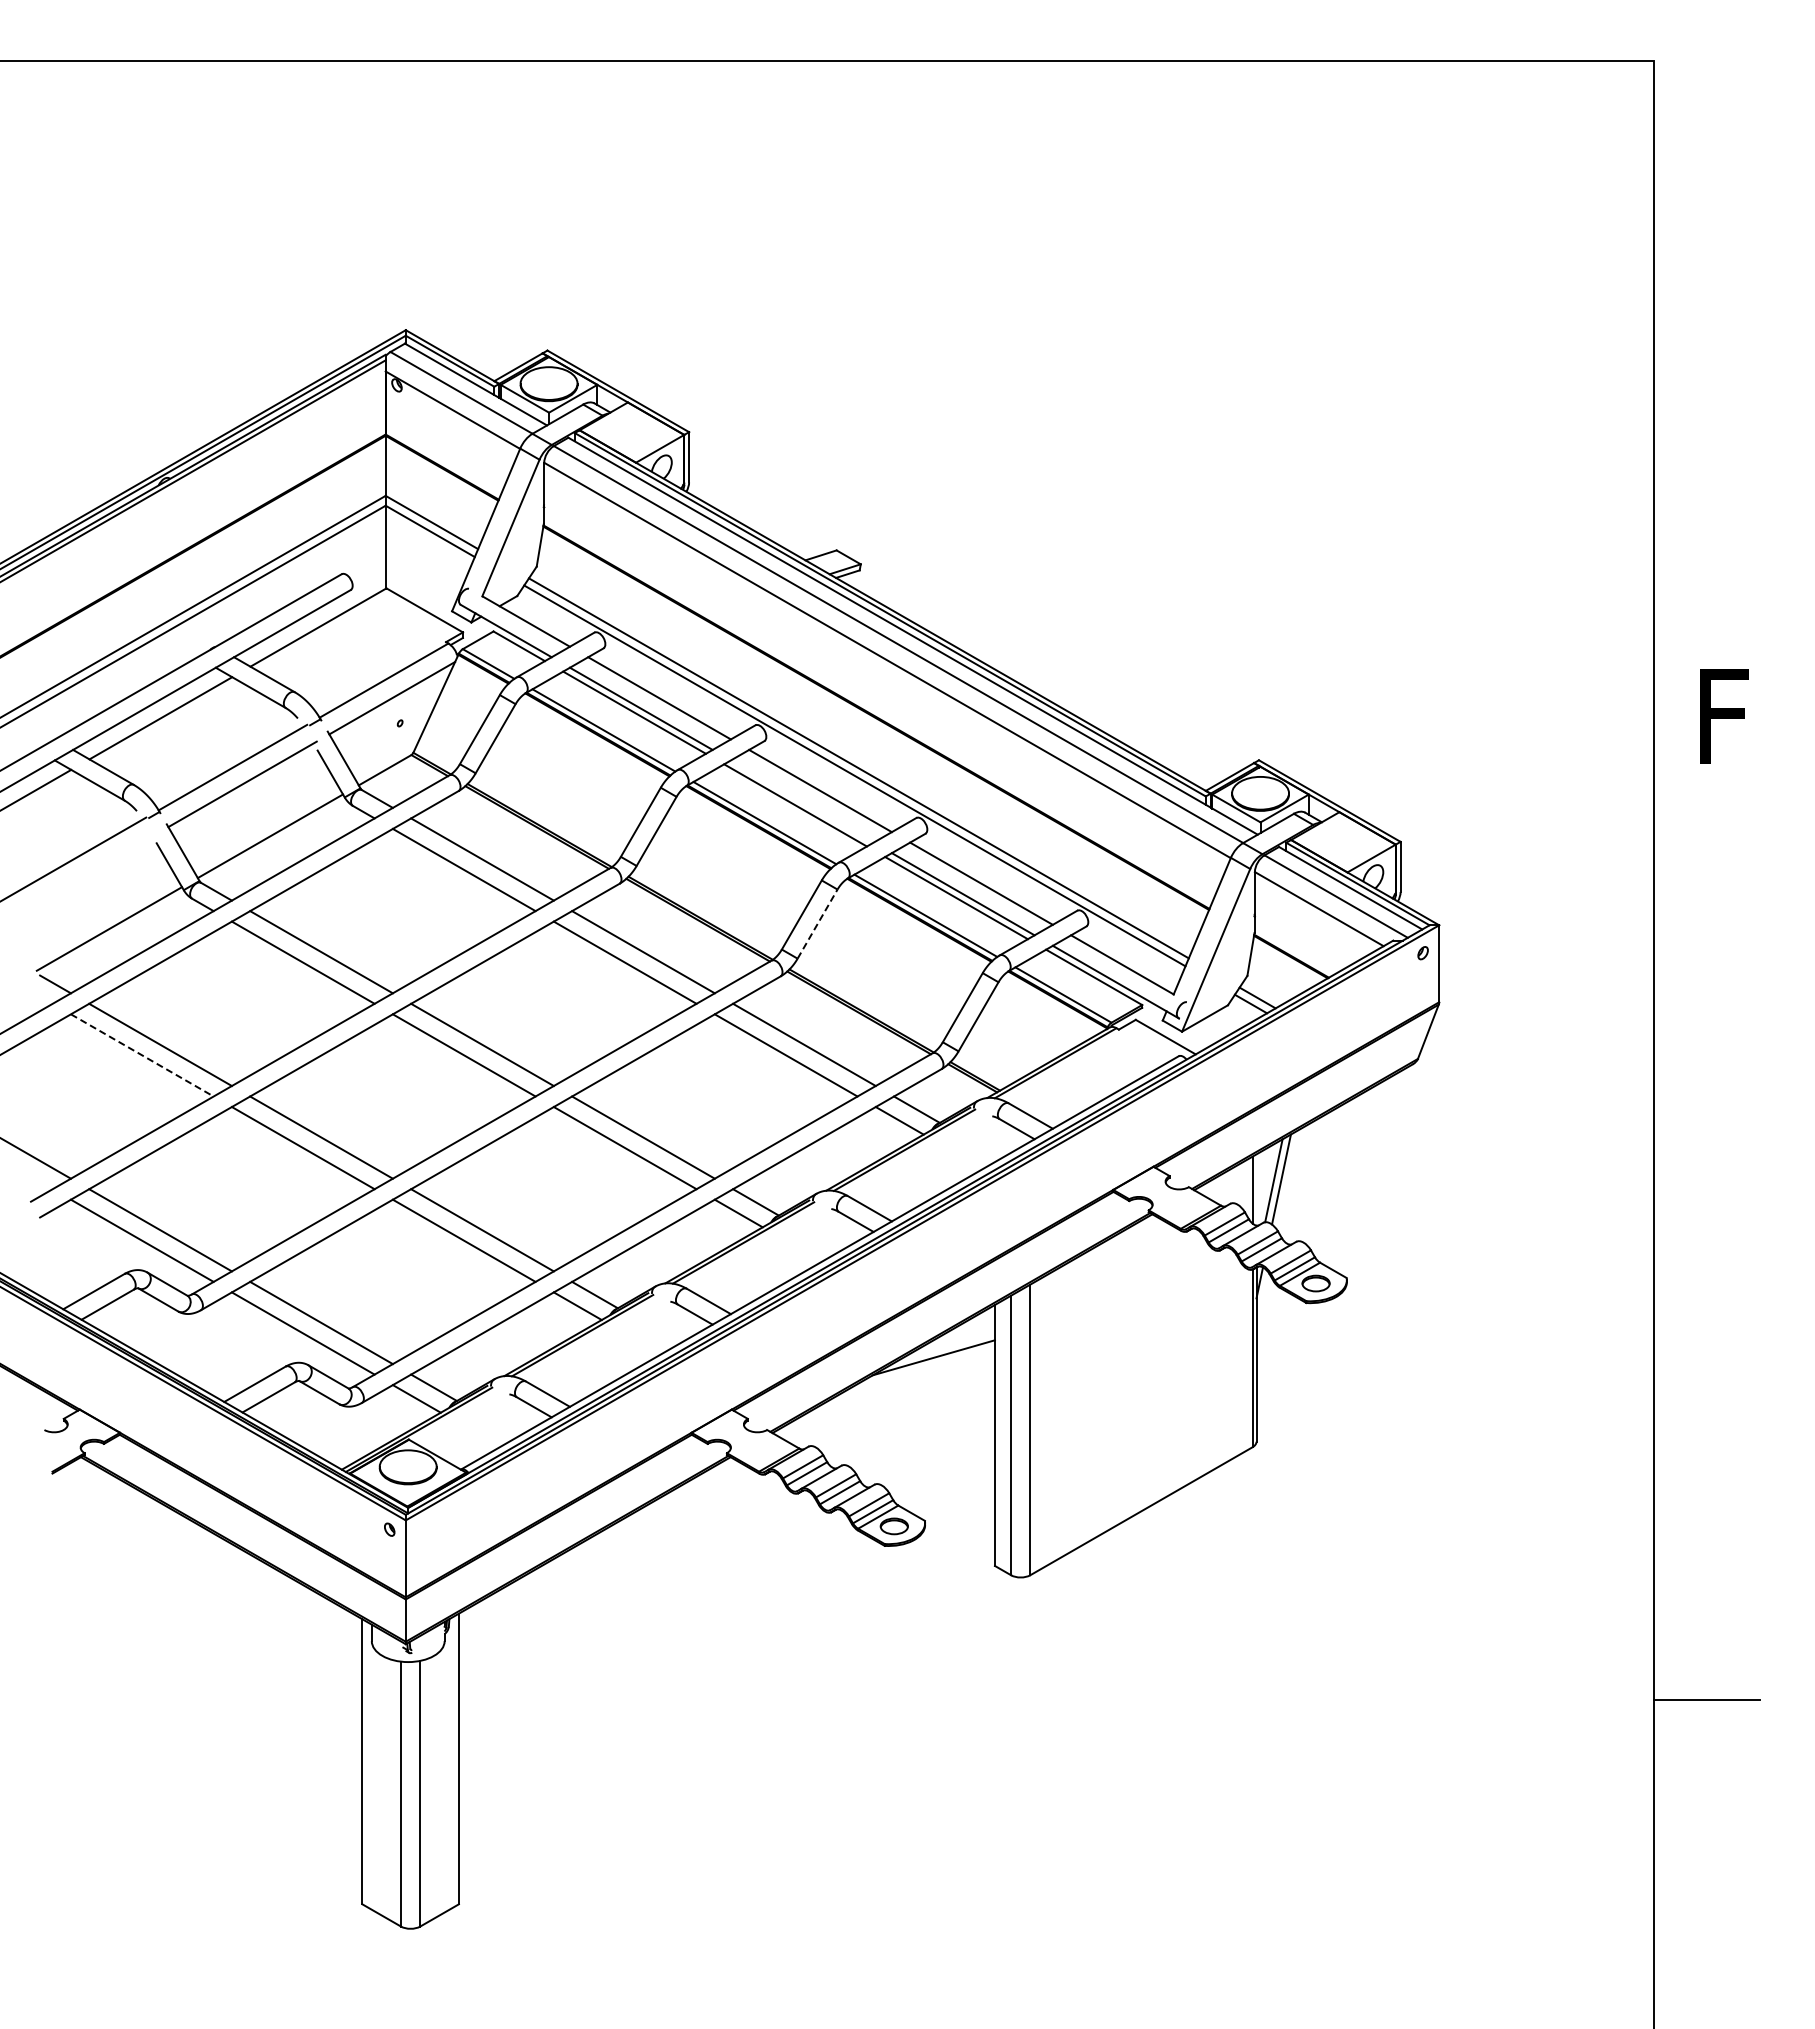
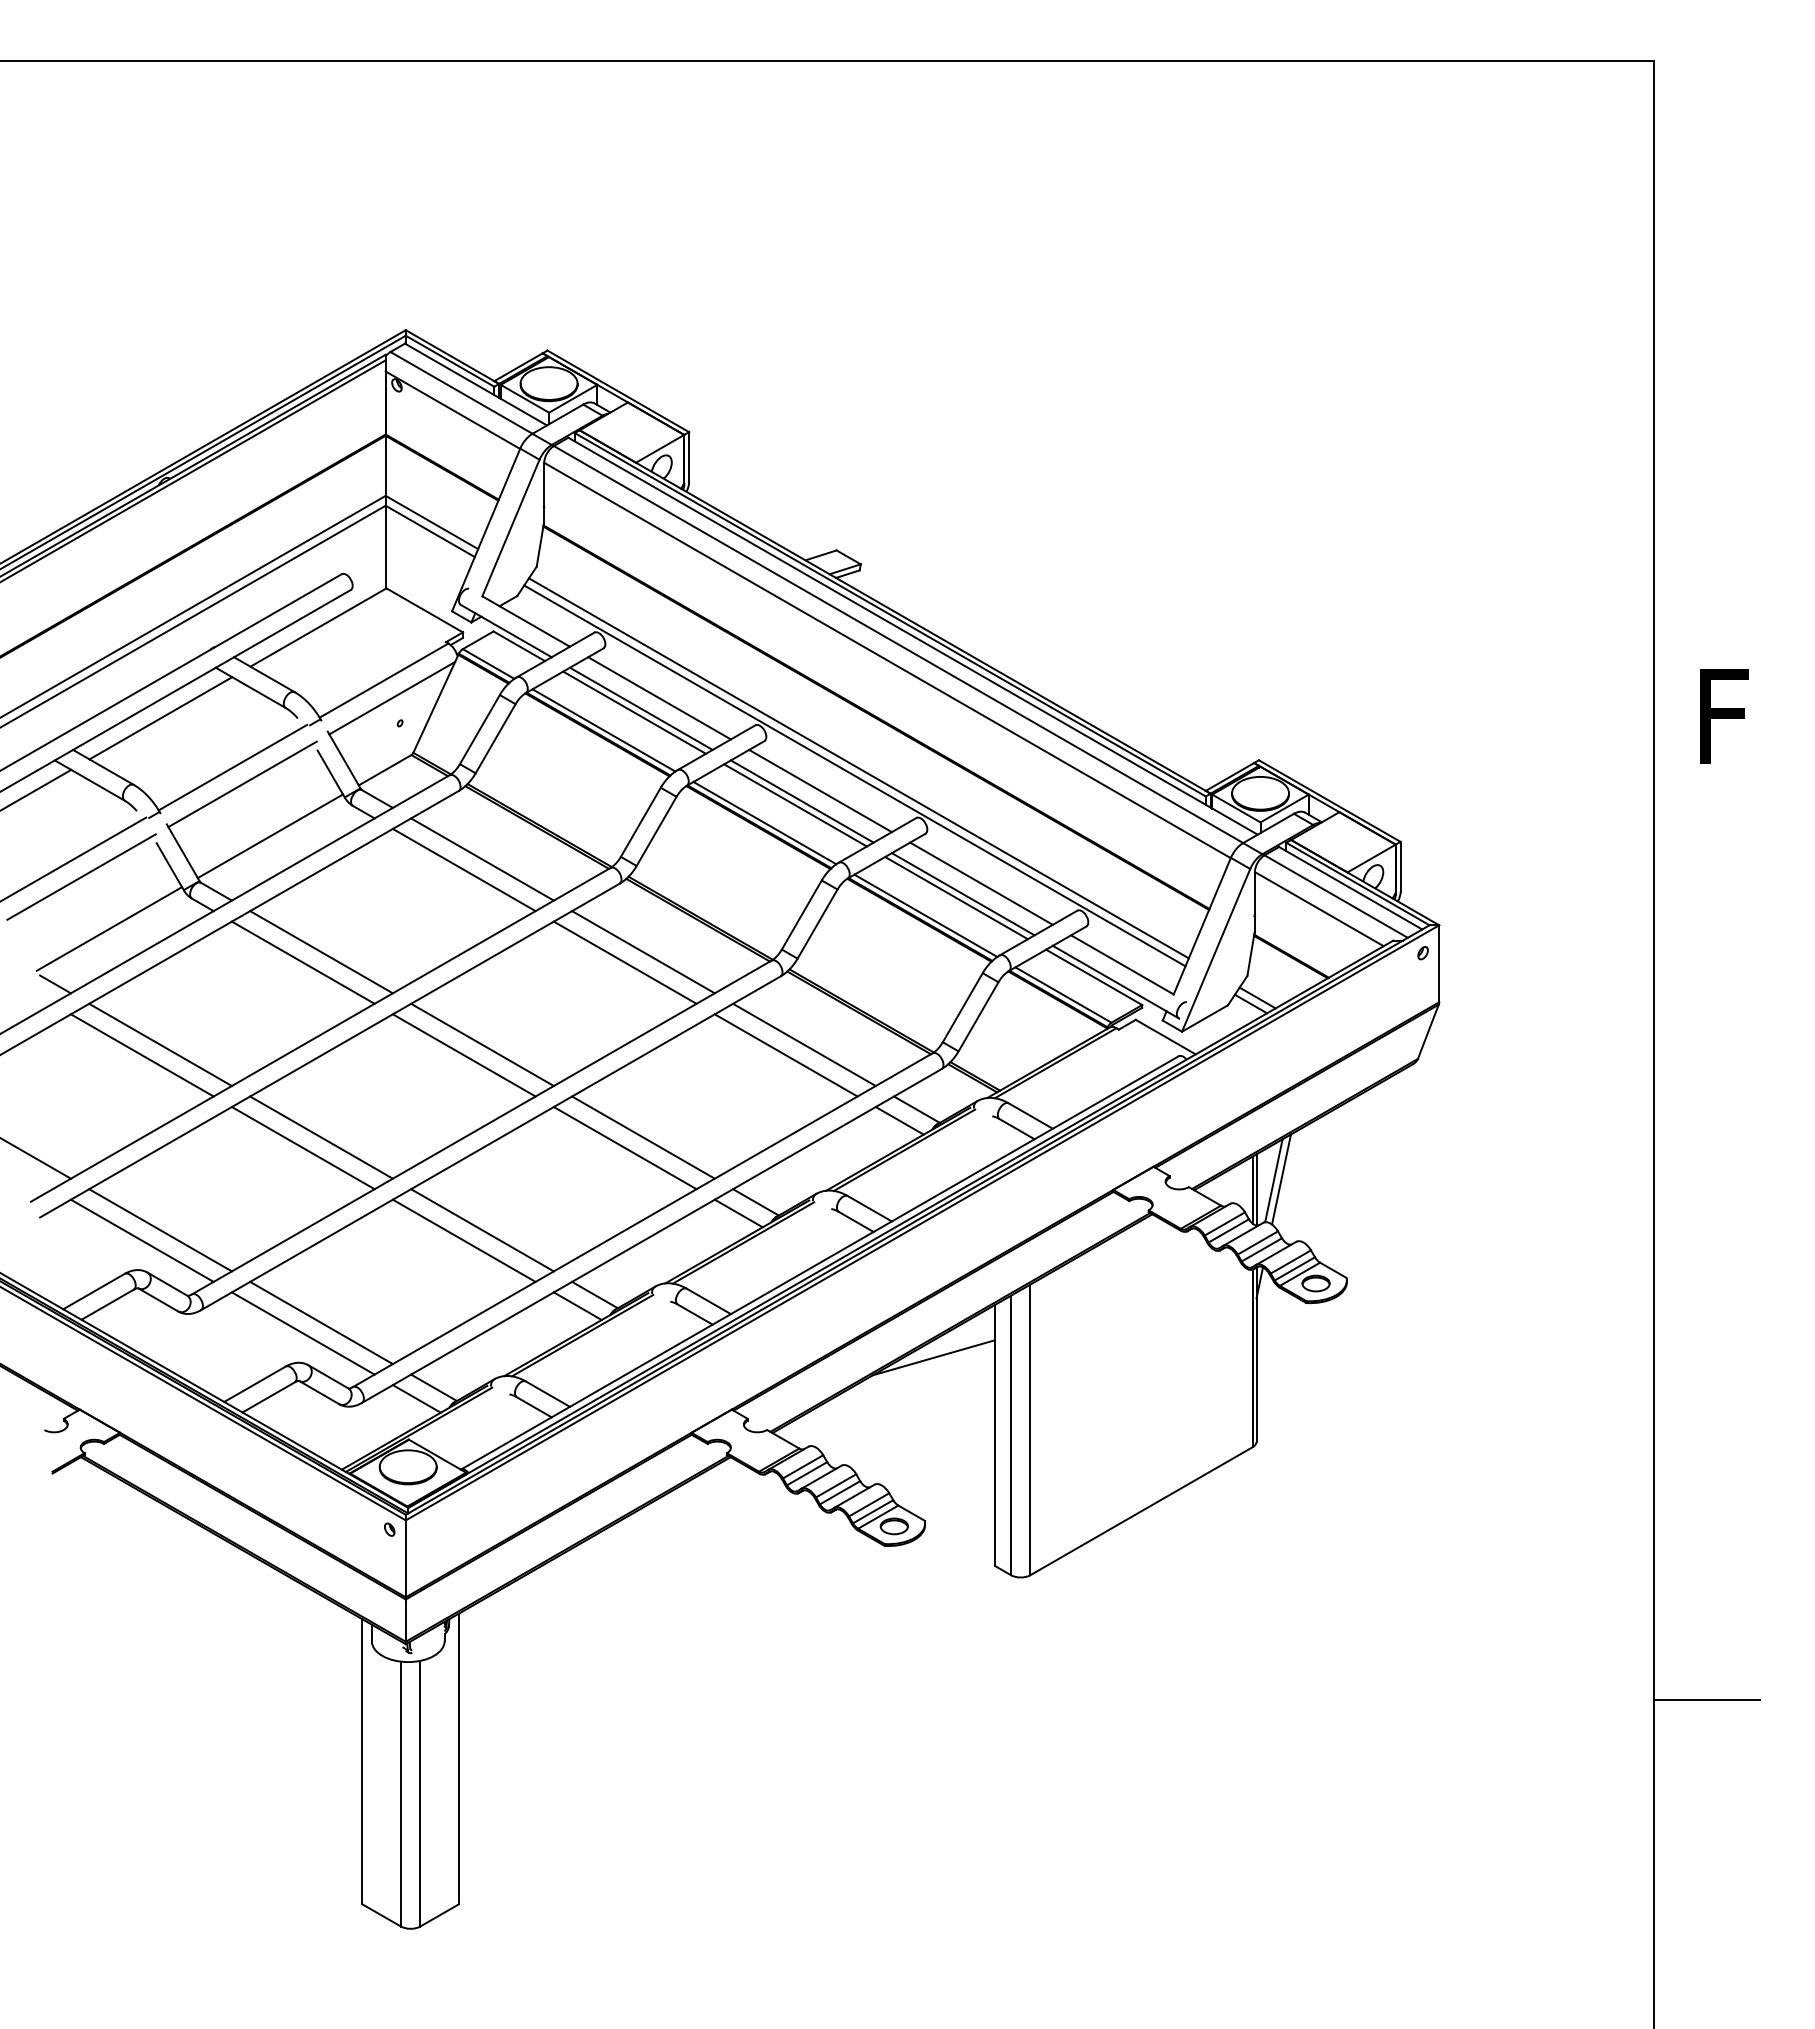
line at (801, 801): none -> present
line at (81, 876): none -> present
line at (817, 924): dashed -> solid
line at (142, 1055): dashed -> solid
line at (1256, 1189): none -> present
